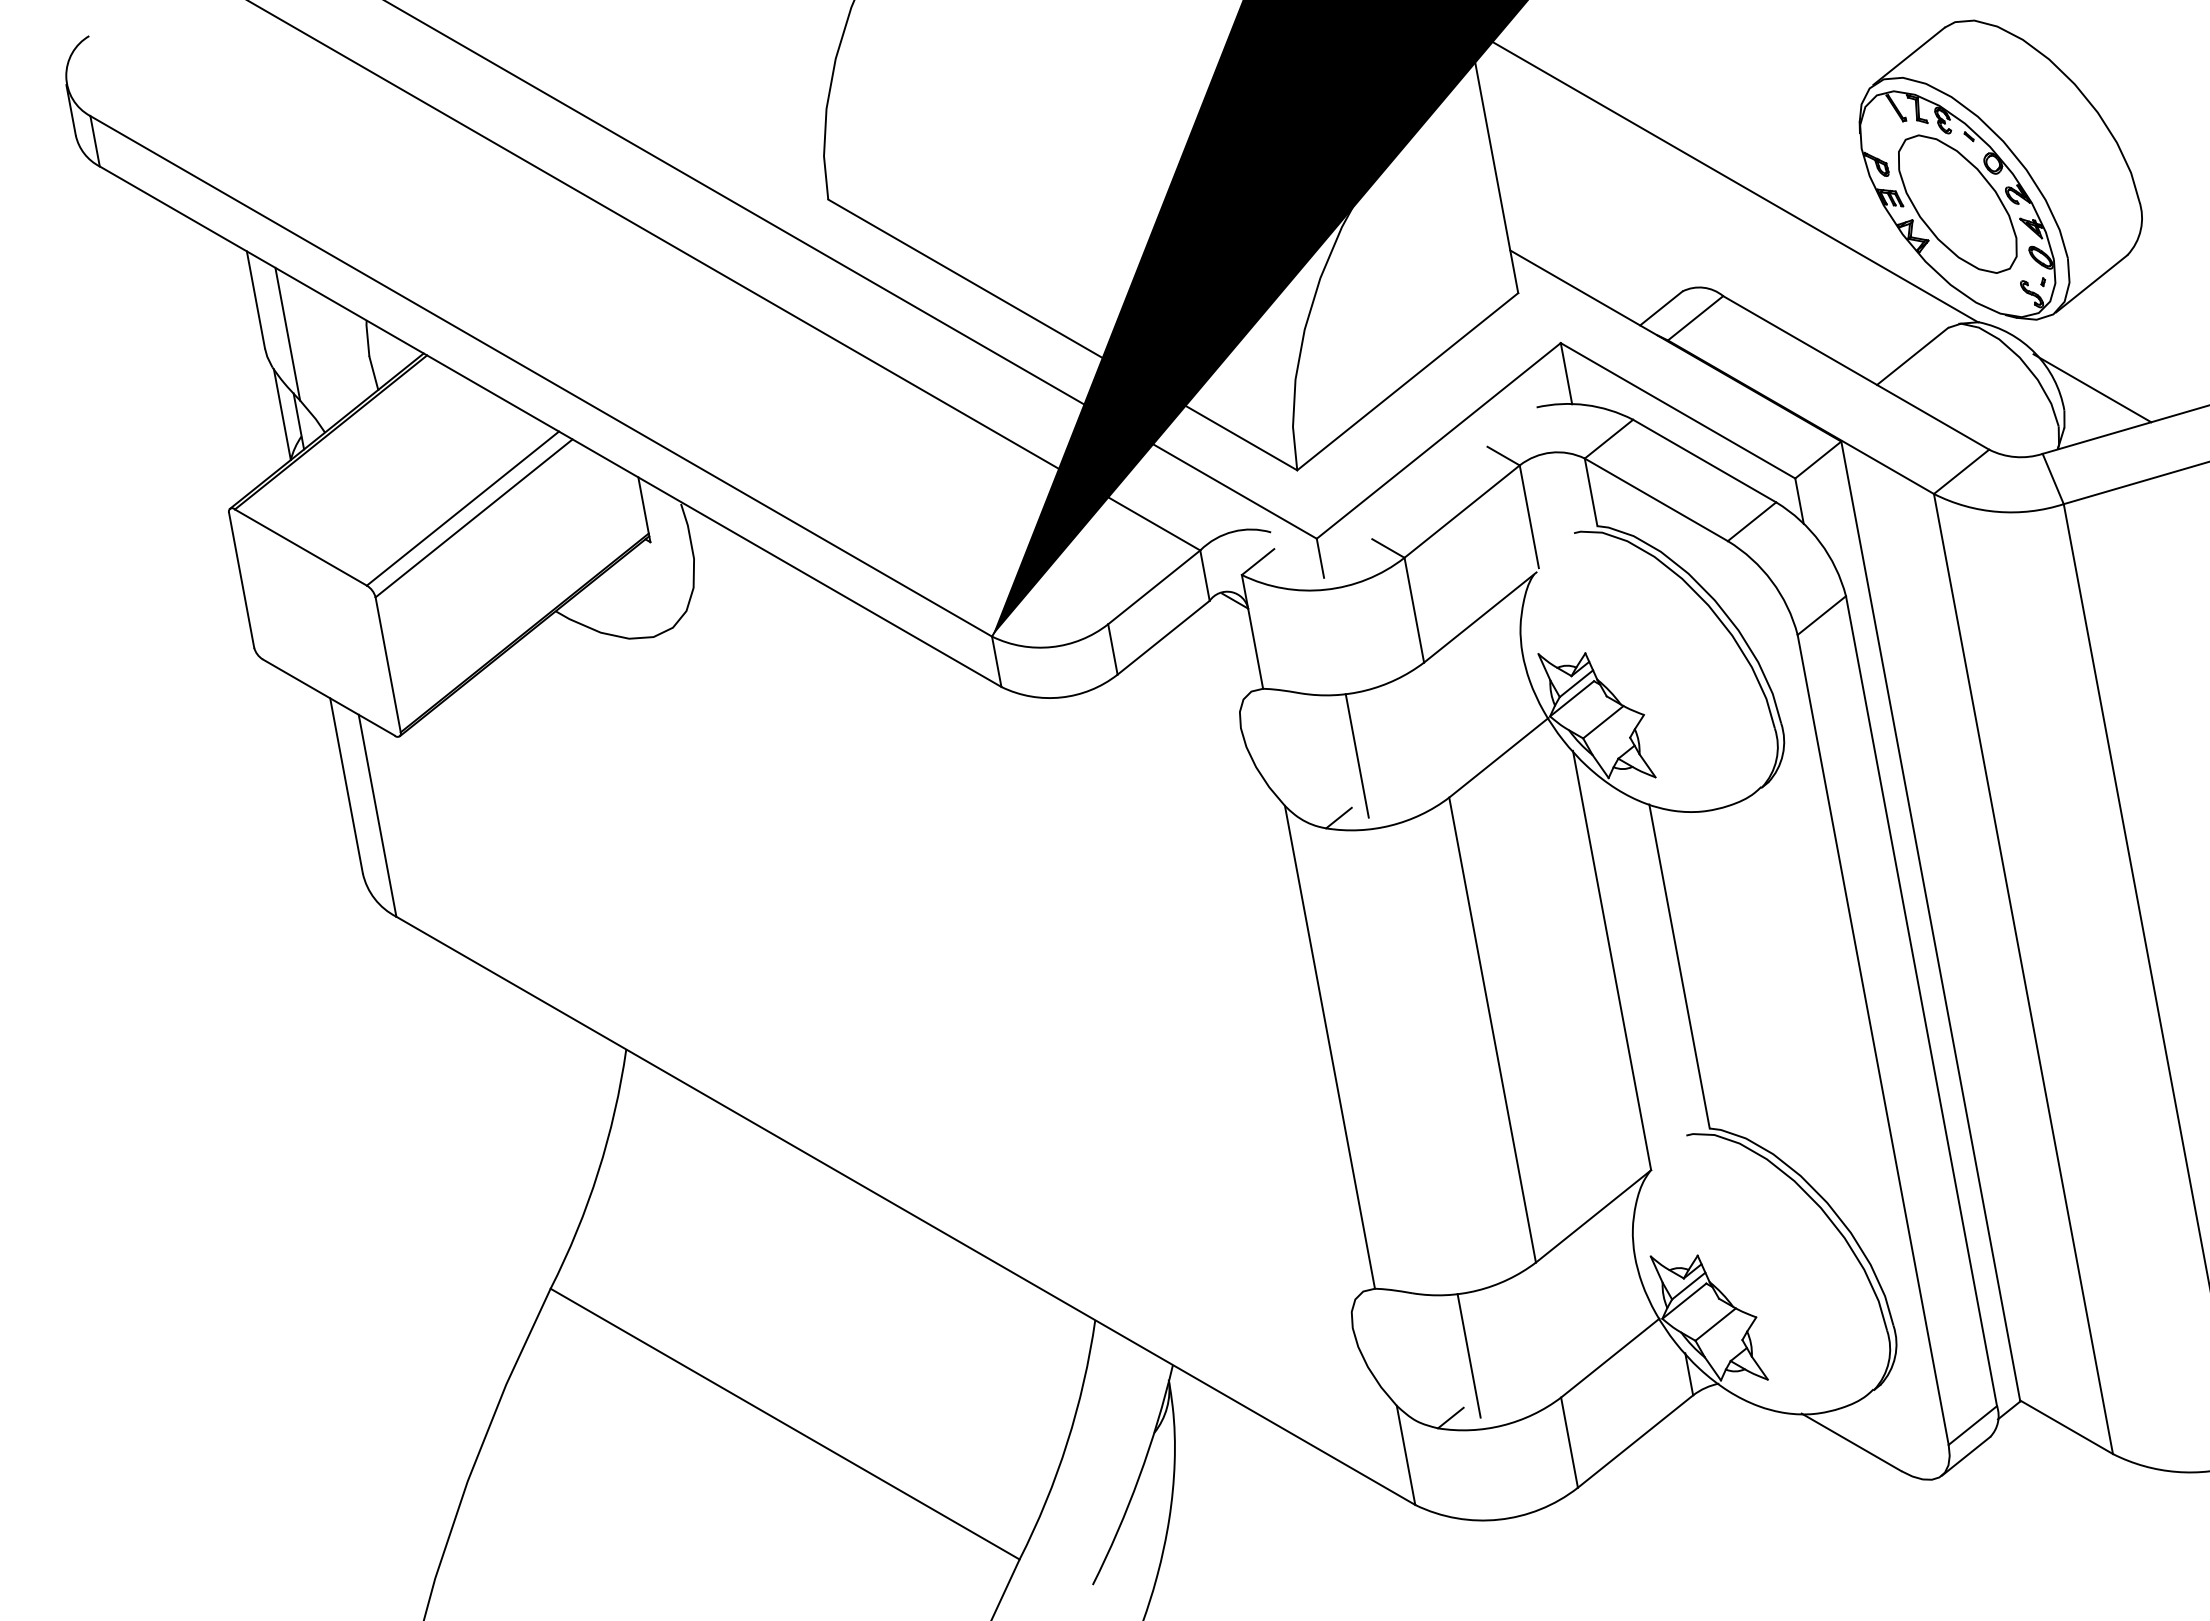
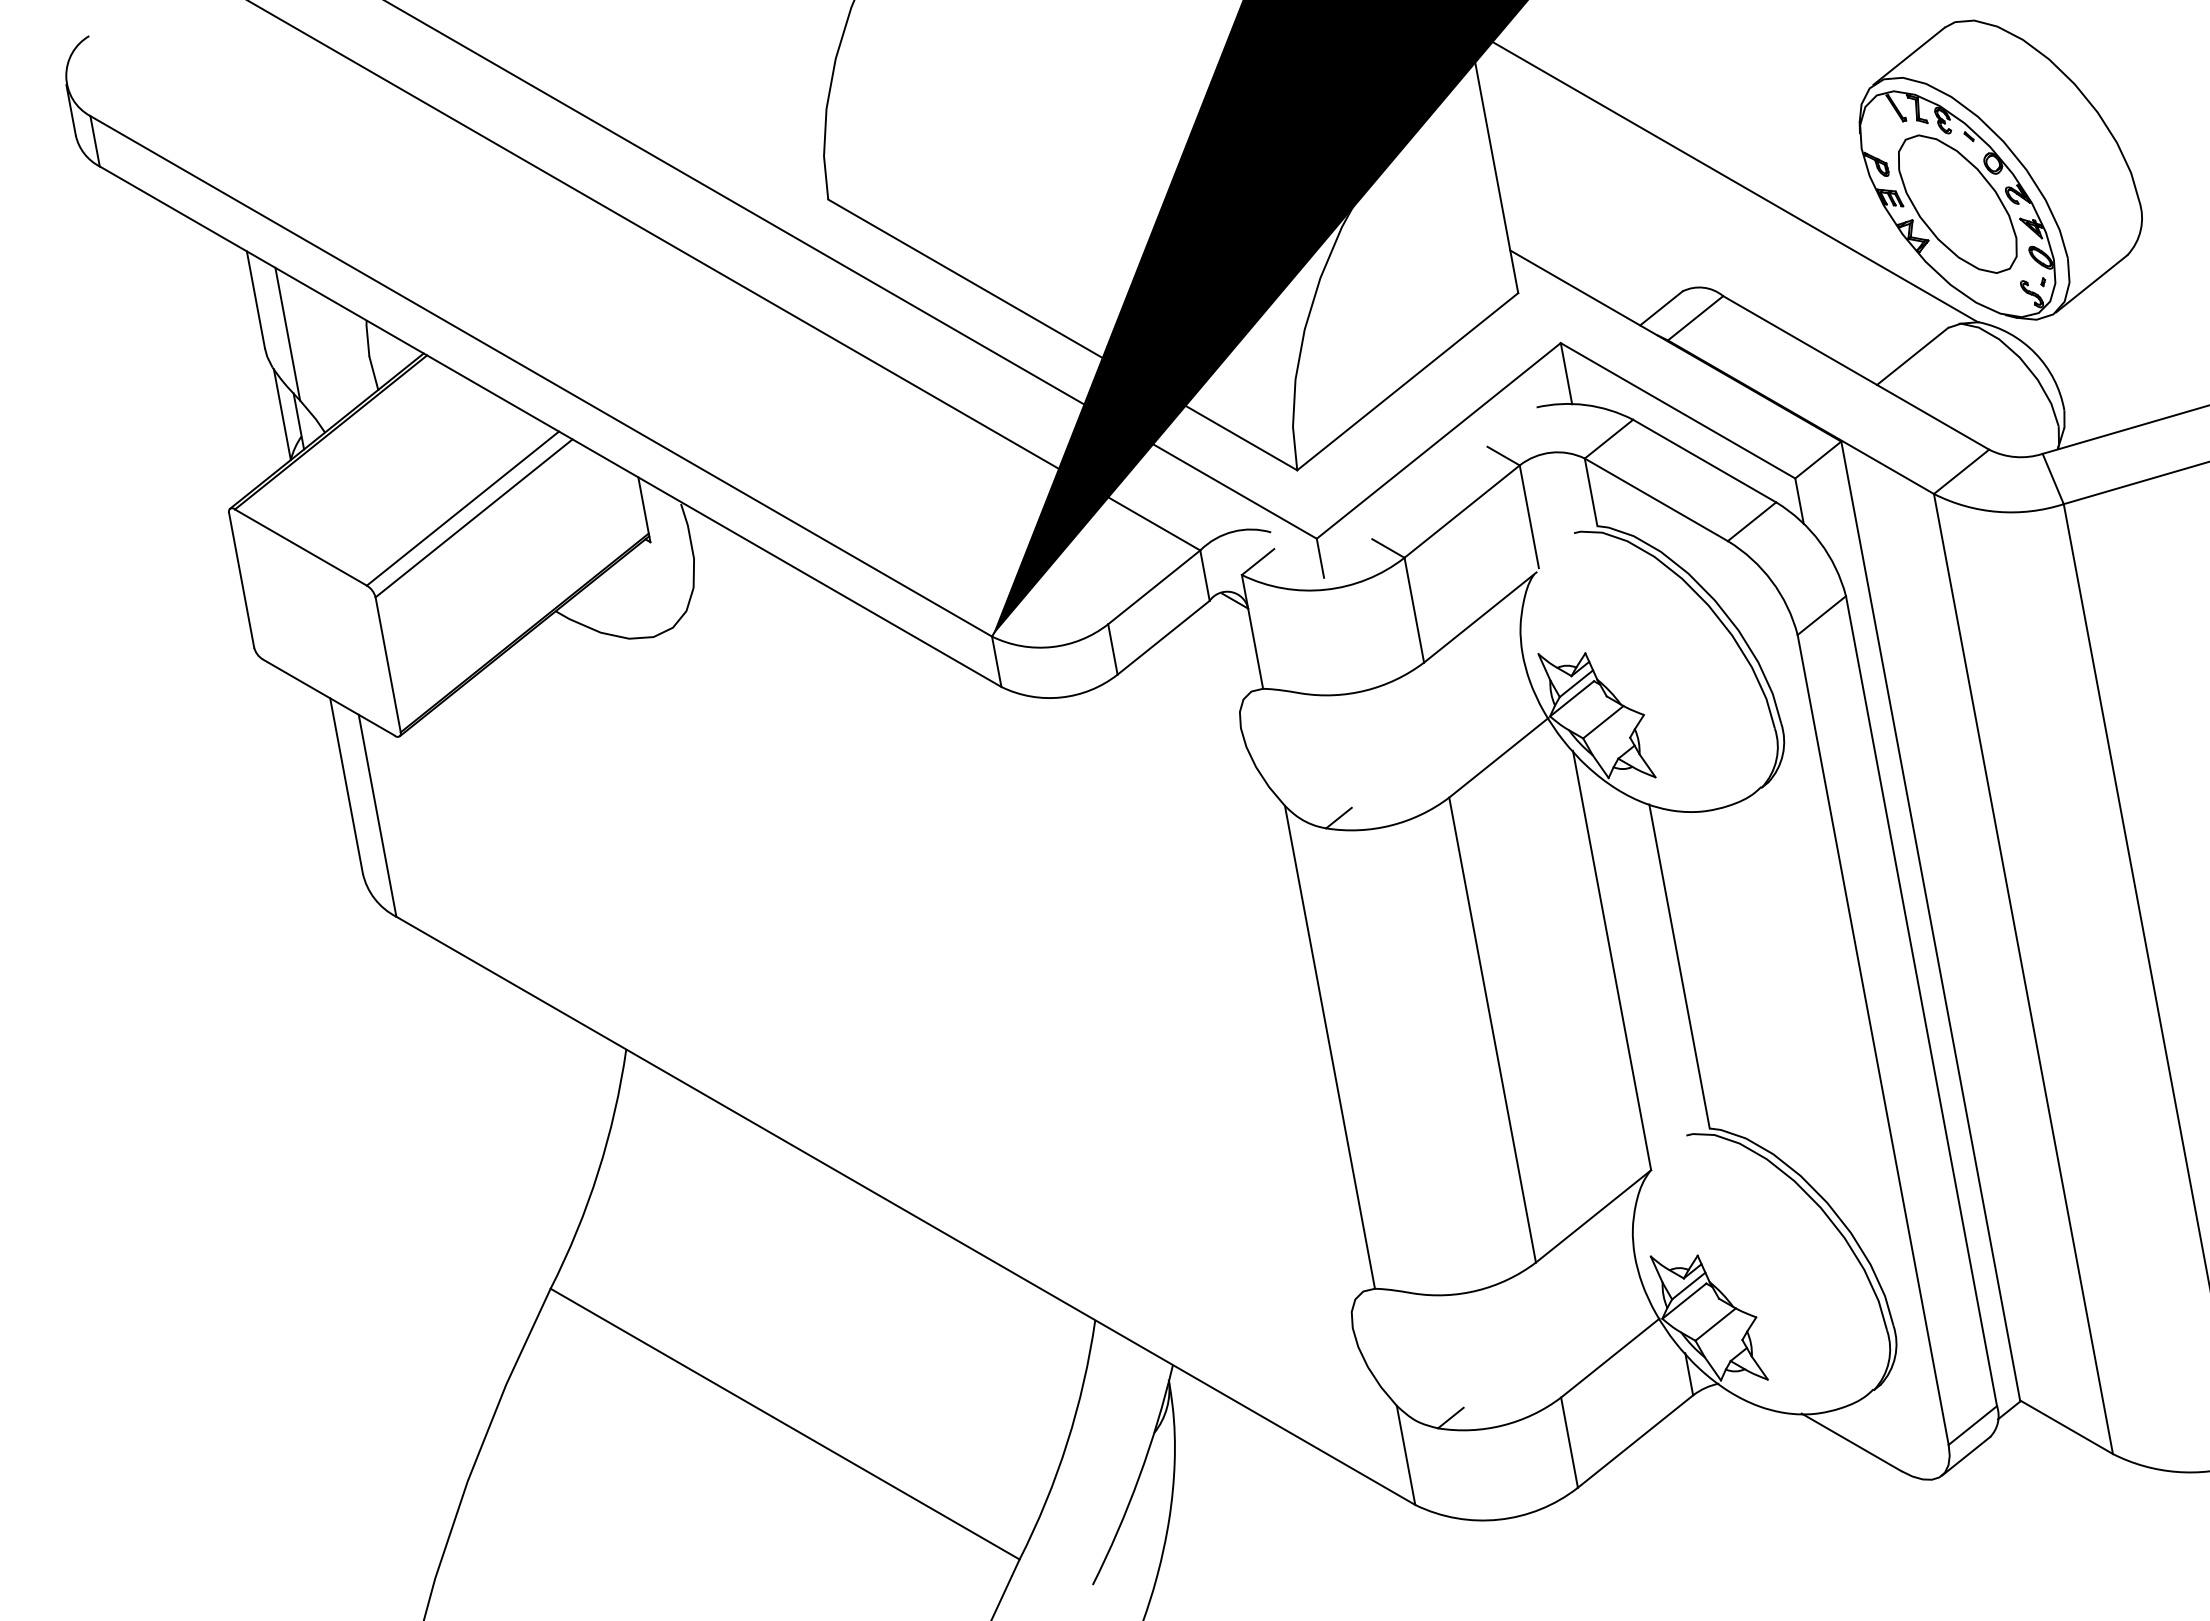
line at (2092, 388): present -> none
line at (1356, 755): present -> none
line at (1468, 1355): present -> none
